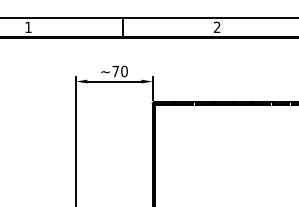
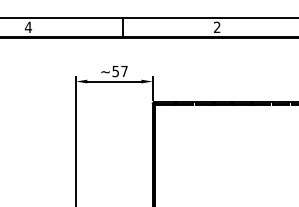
text at (28, 26): 1 -> 4
text at (119, 71): ~70 -> ~57
